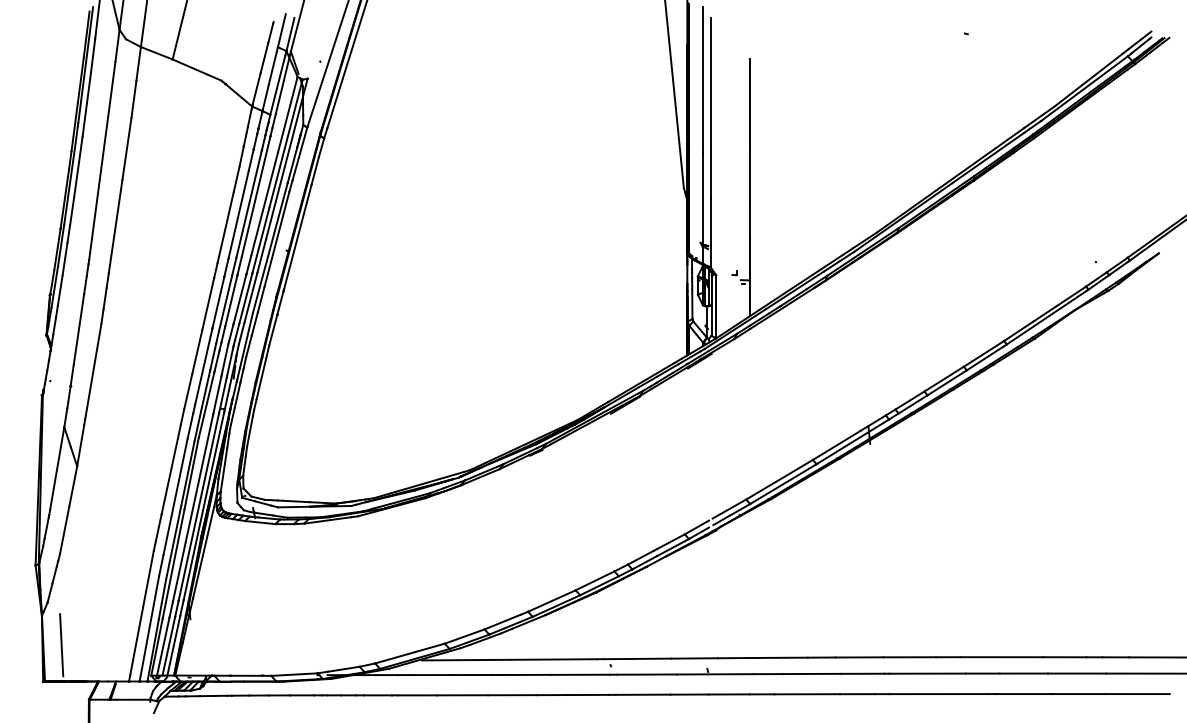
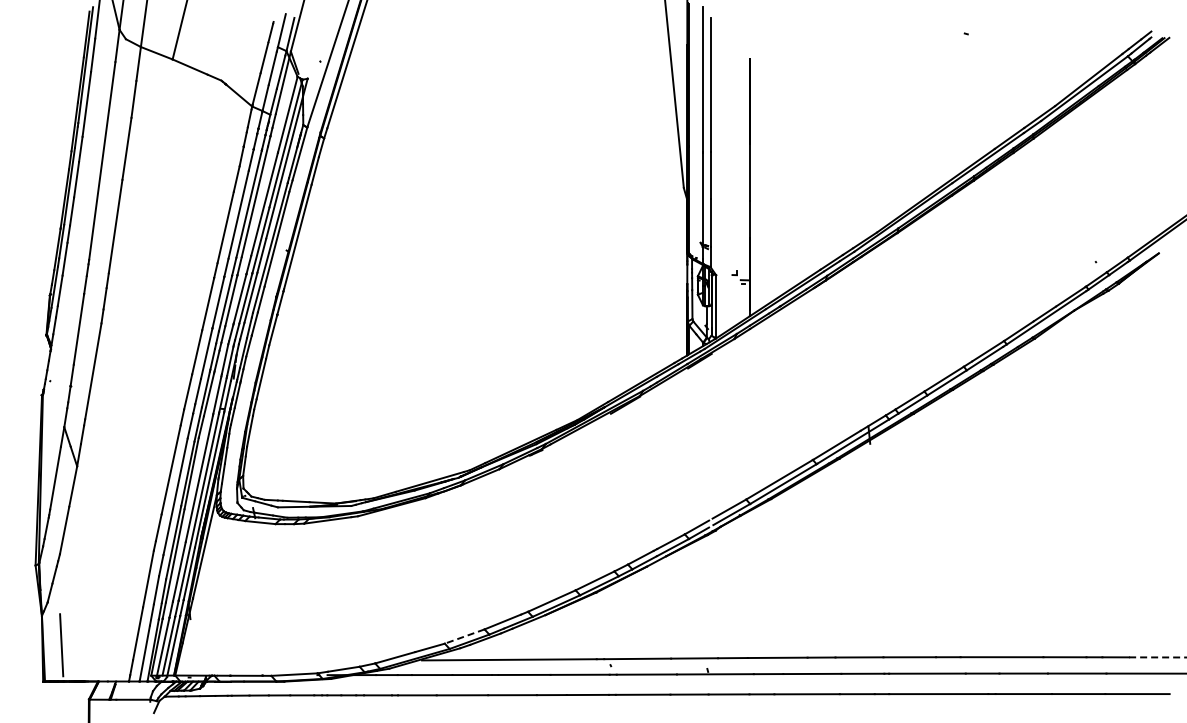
line at (464, 636): solid -> dashed
line at (1157, 657): solid -> dashed
